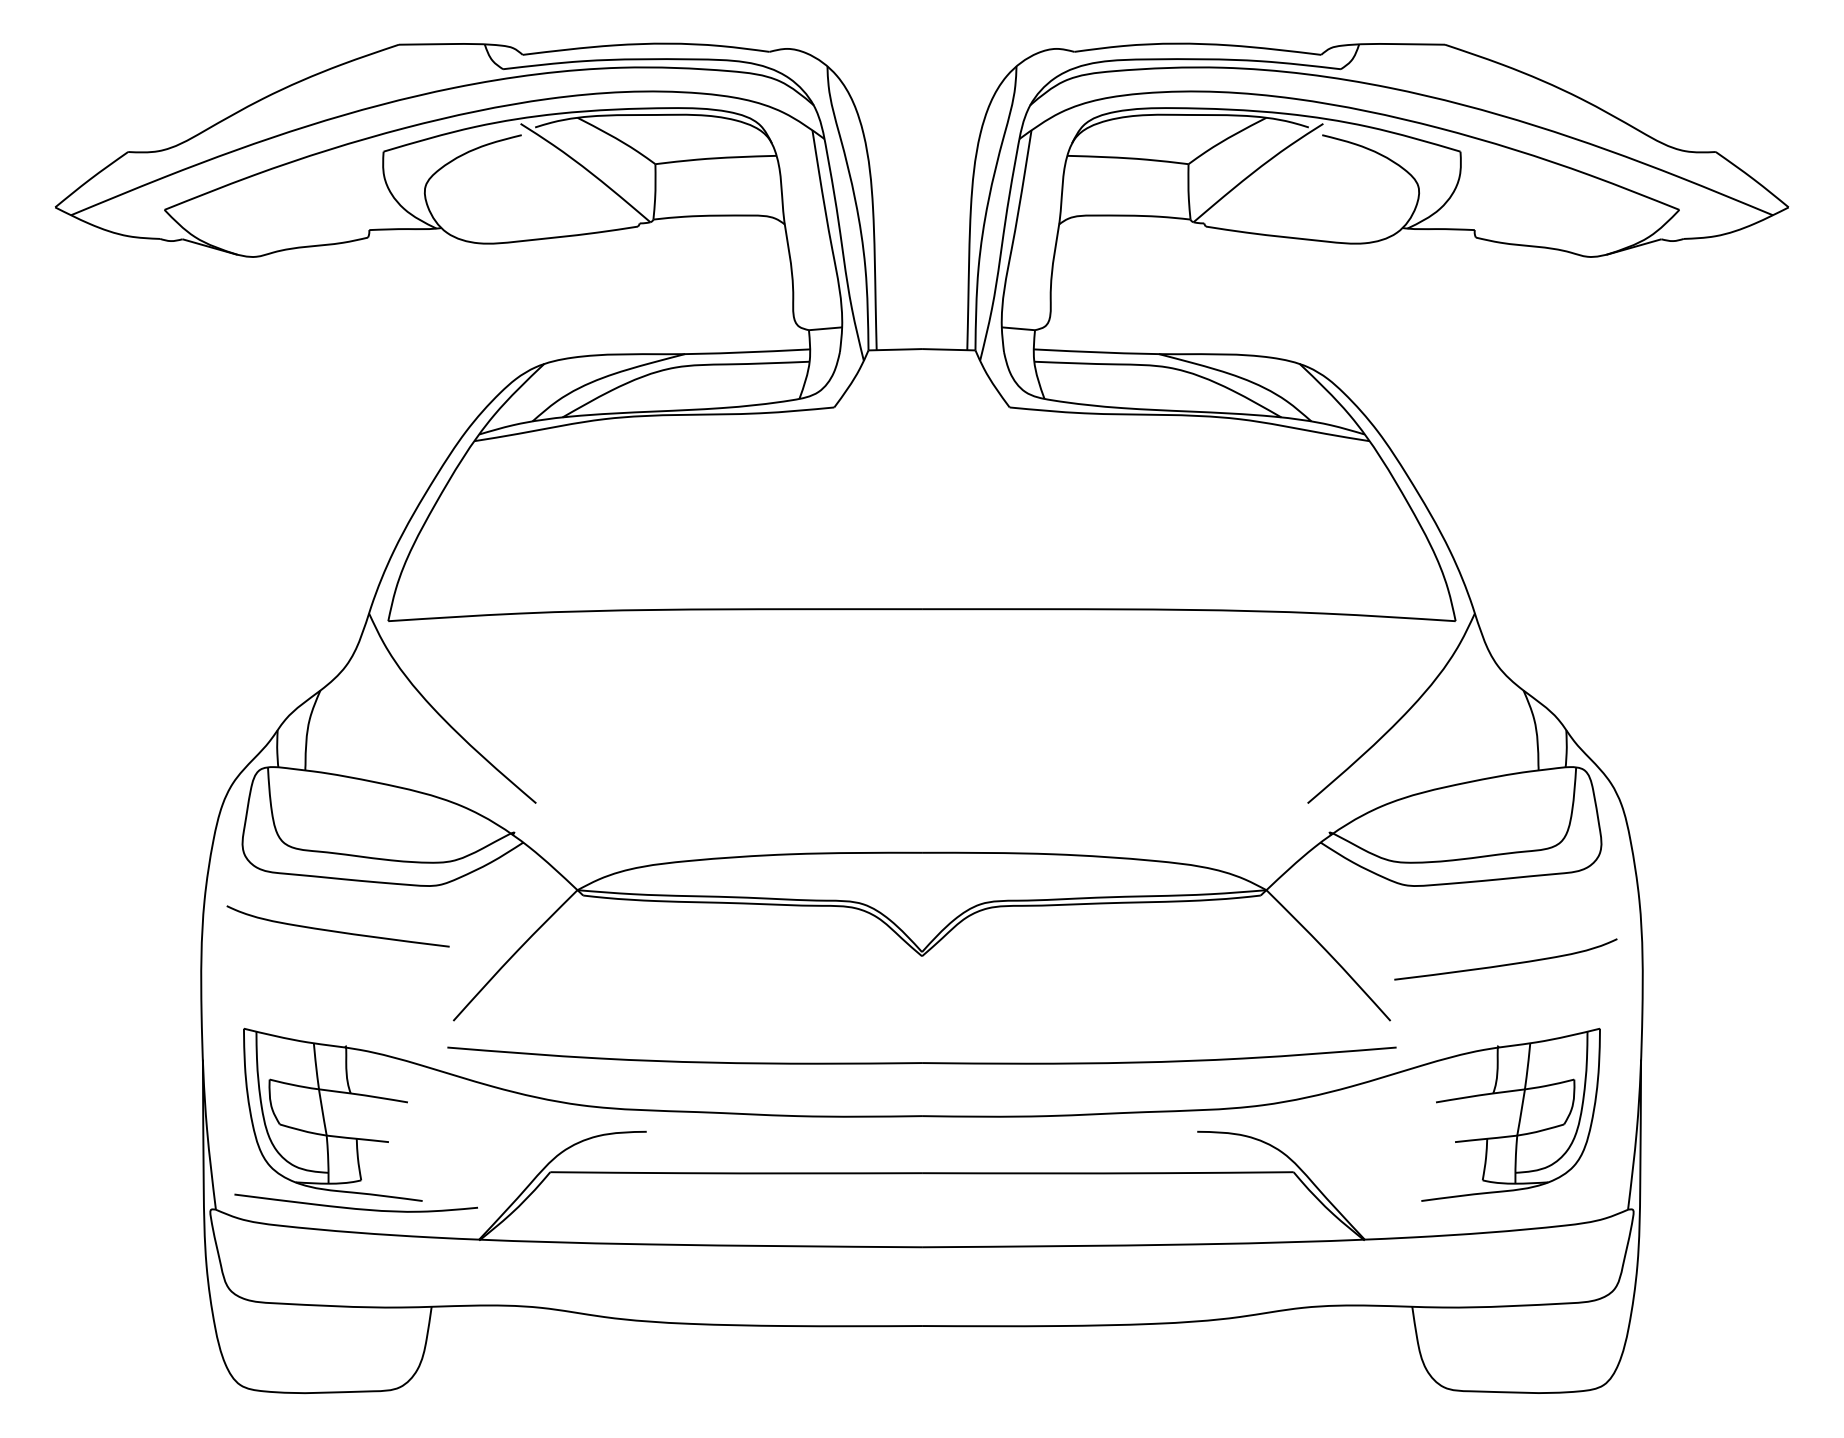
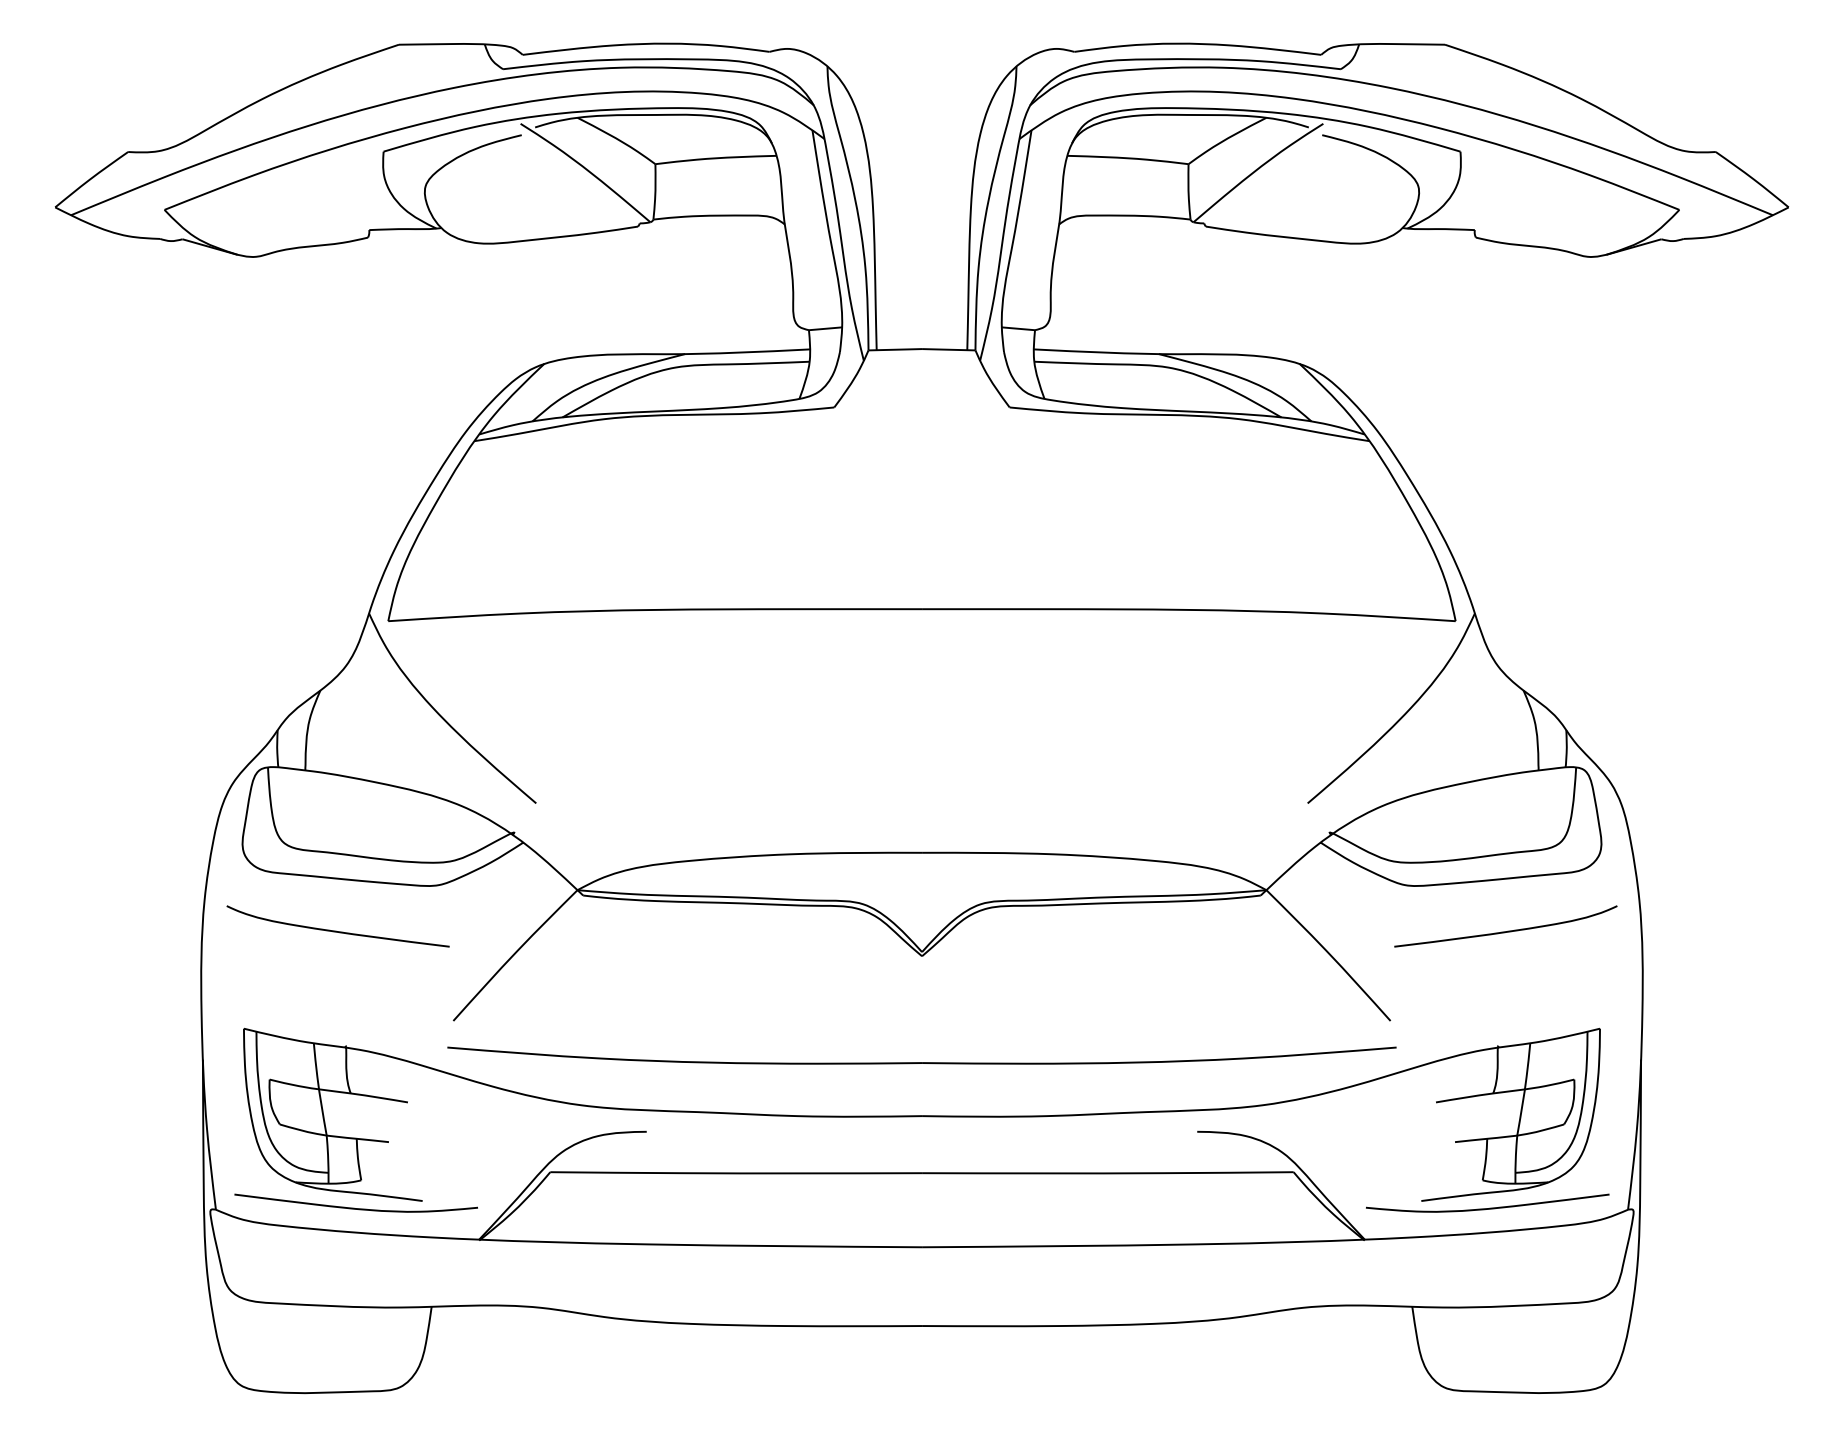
curve at (1507, 963) position: (1507, 963) -> (1507, 930)
curve at (1489, 1207): none -> present
